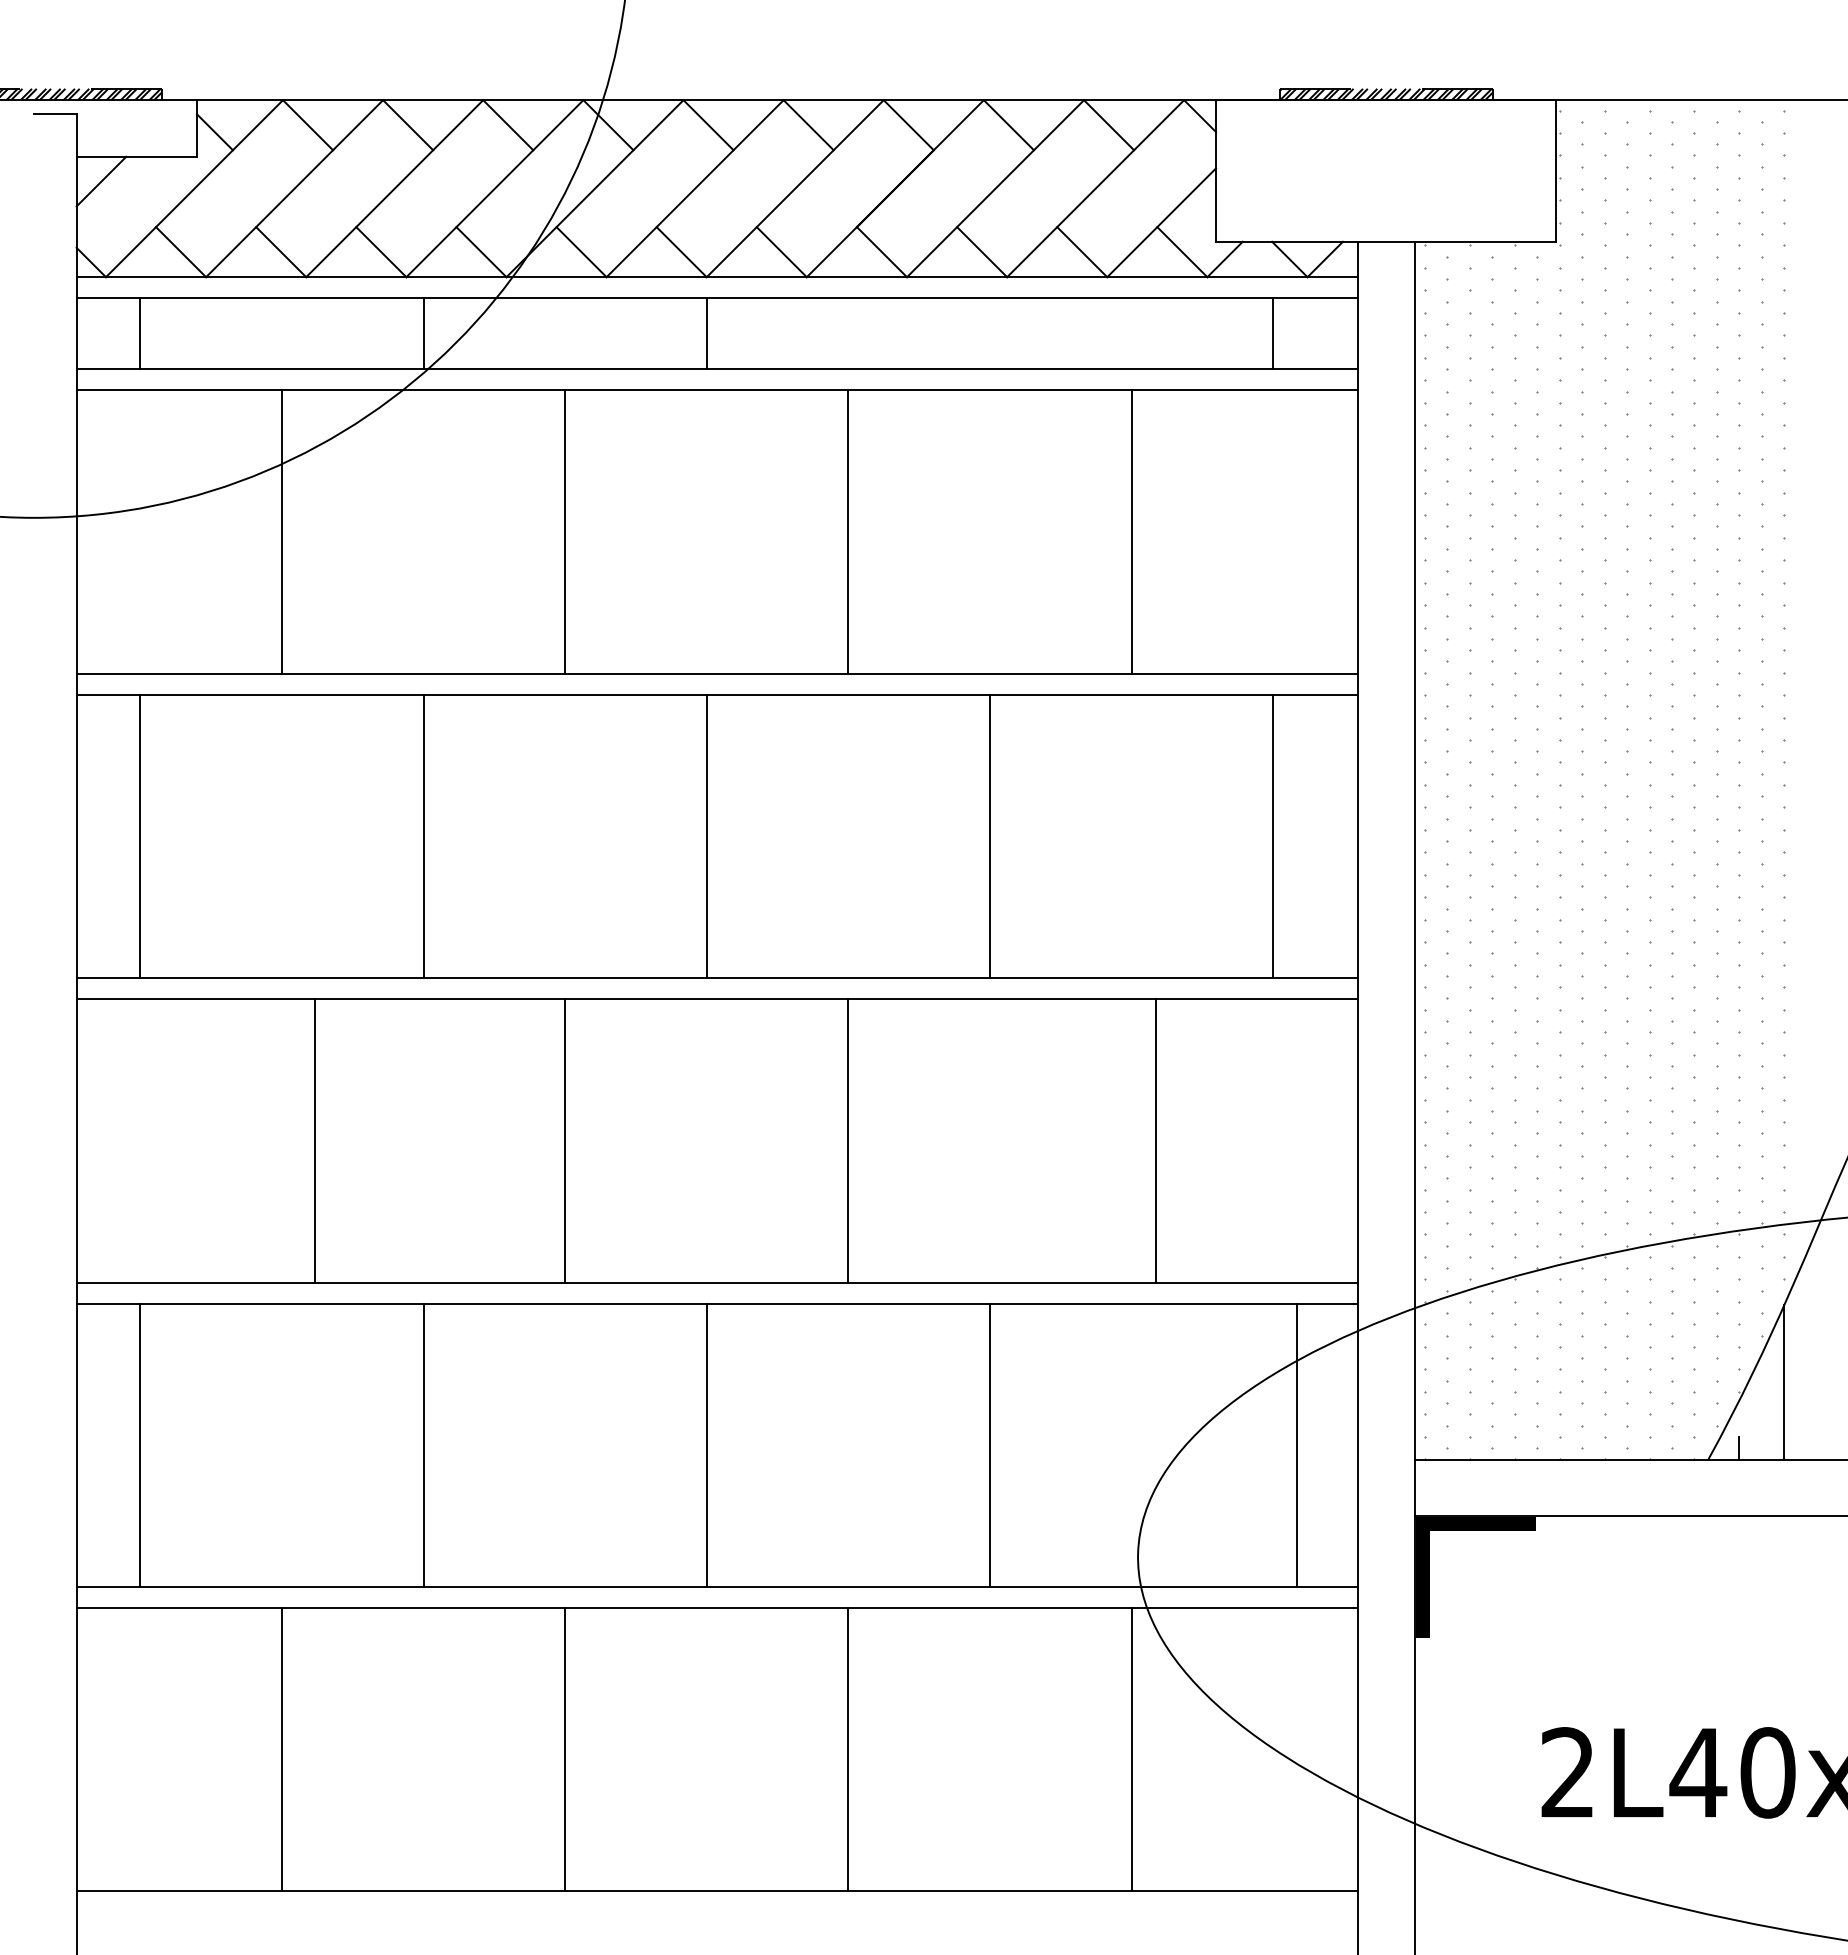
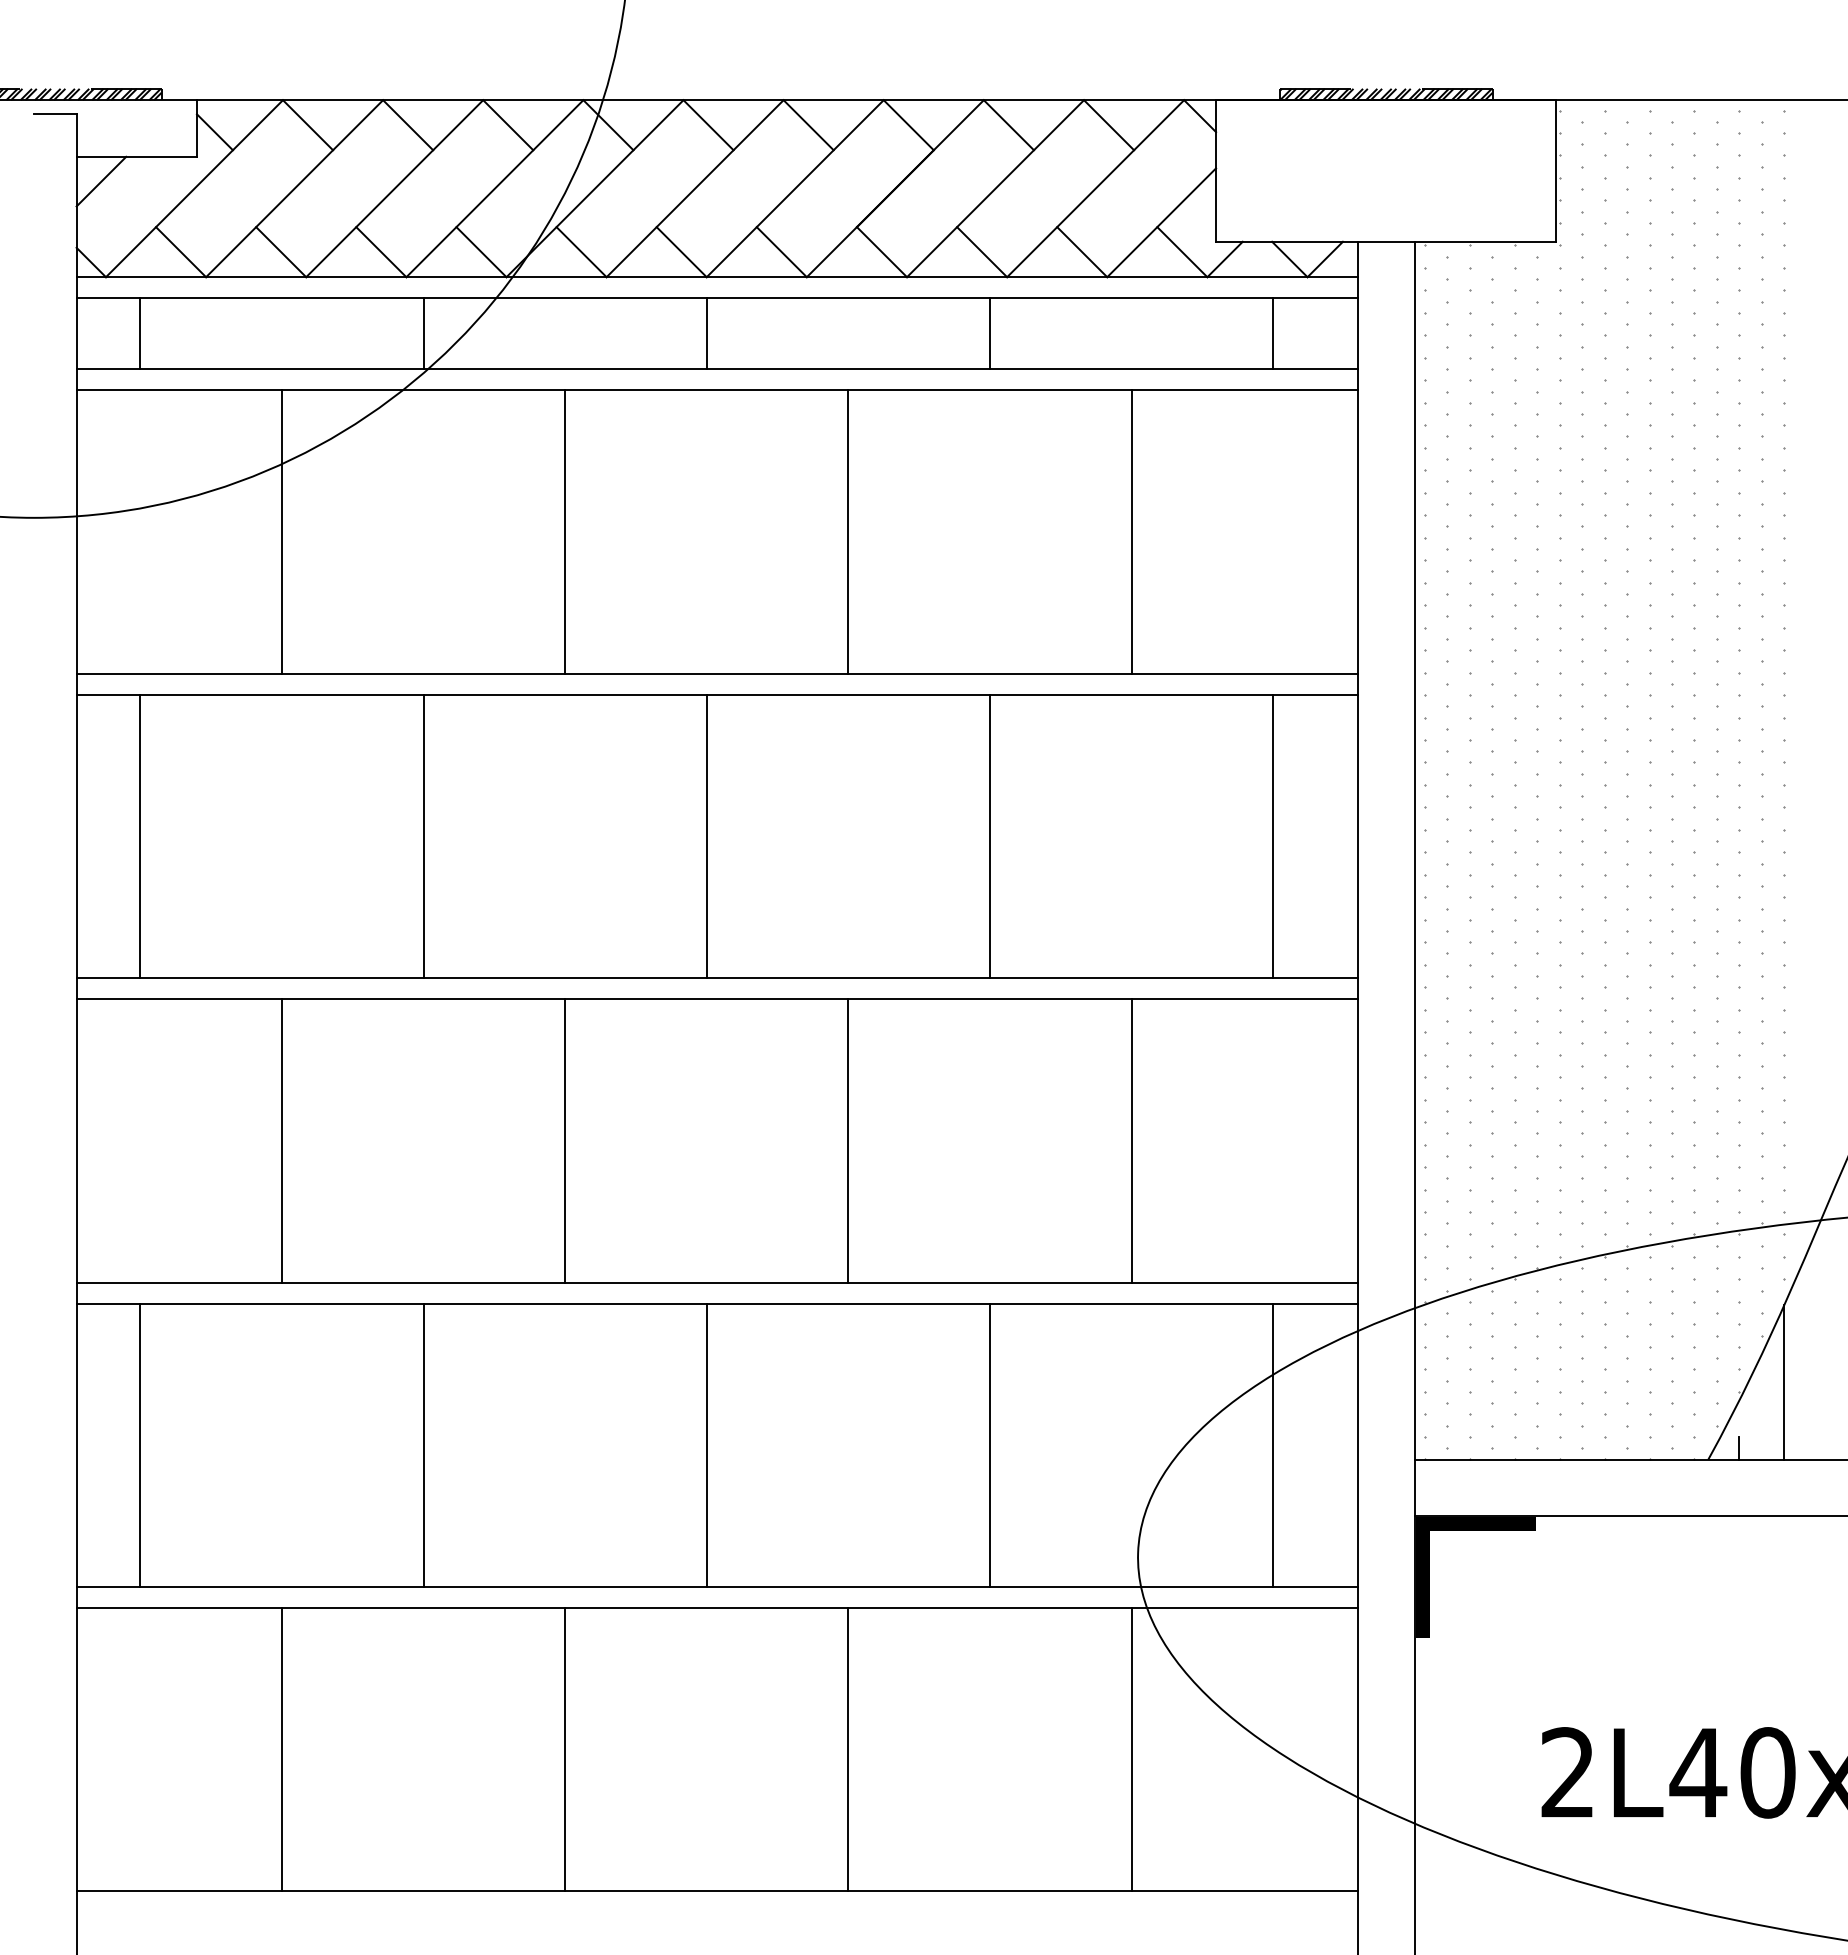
line at (989, 333): none -> present
line at (314, 1140) position: (314, 1140) -> (281, 1140)
line at (1155, 1140) position: (1155, 1140) -> (1131, 1140)
line at (1297, 1445) position: (1297, 1445) -> (1273, 1445)
